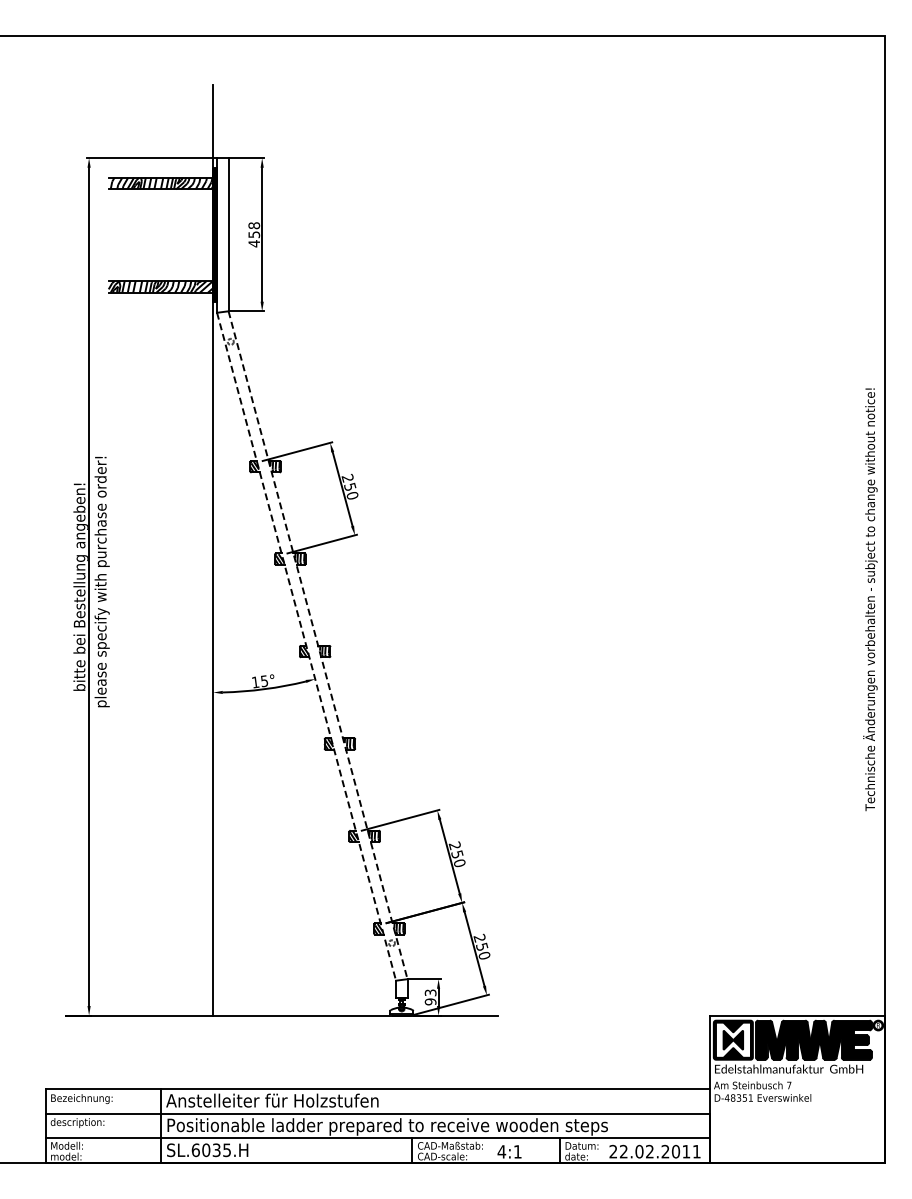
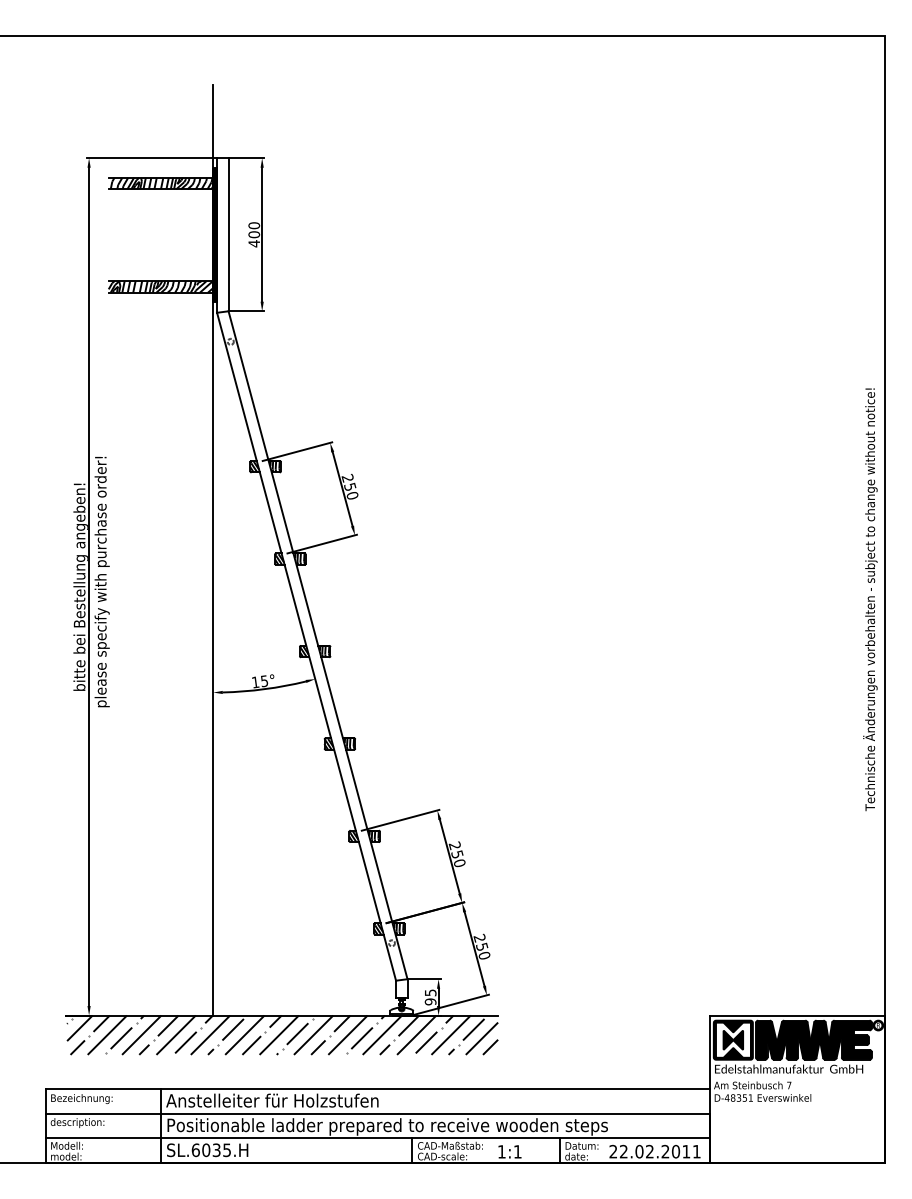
text at (254, 230): 458 -> 400
line at (318, 645): dashed -> solid
line at (306, 646): dashed -> solid
text at (429, 992): 93 -> 95
hatch at (282, 1034): none -> present
text at (501, 1151): 4:1 -> 1:1
